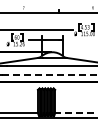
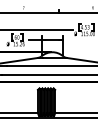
line at (50, 75): dashed -> solid
line at (75, 113): dashed -> solid
